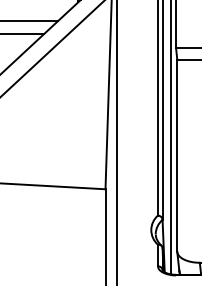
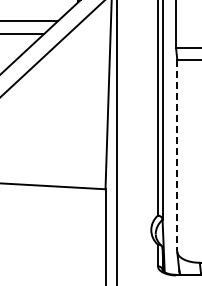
line at (170, 138): present -> none
line at (177, 155): solid -> dashed
